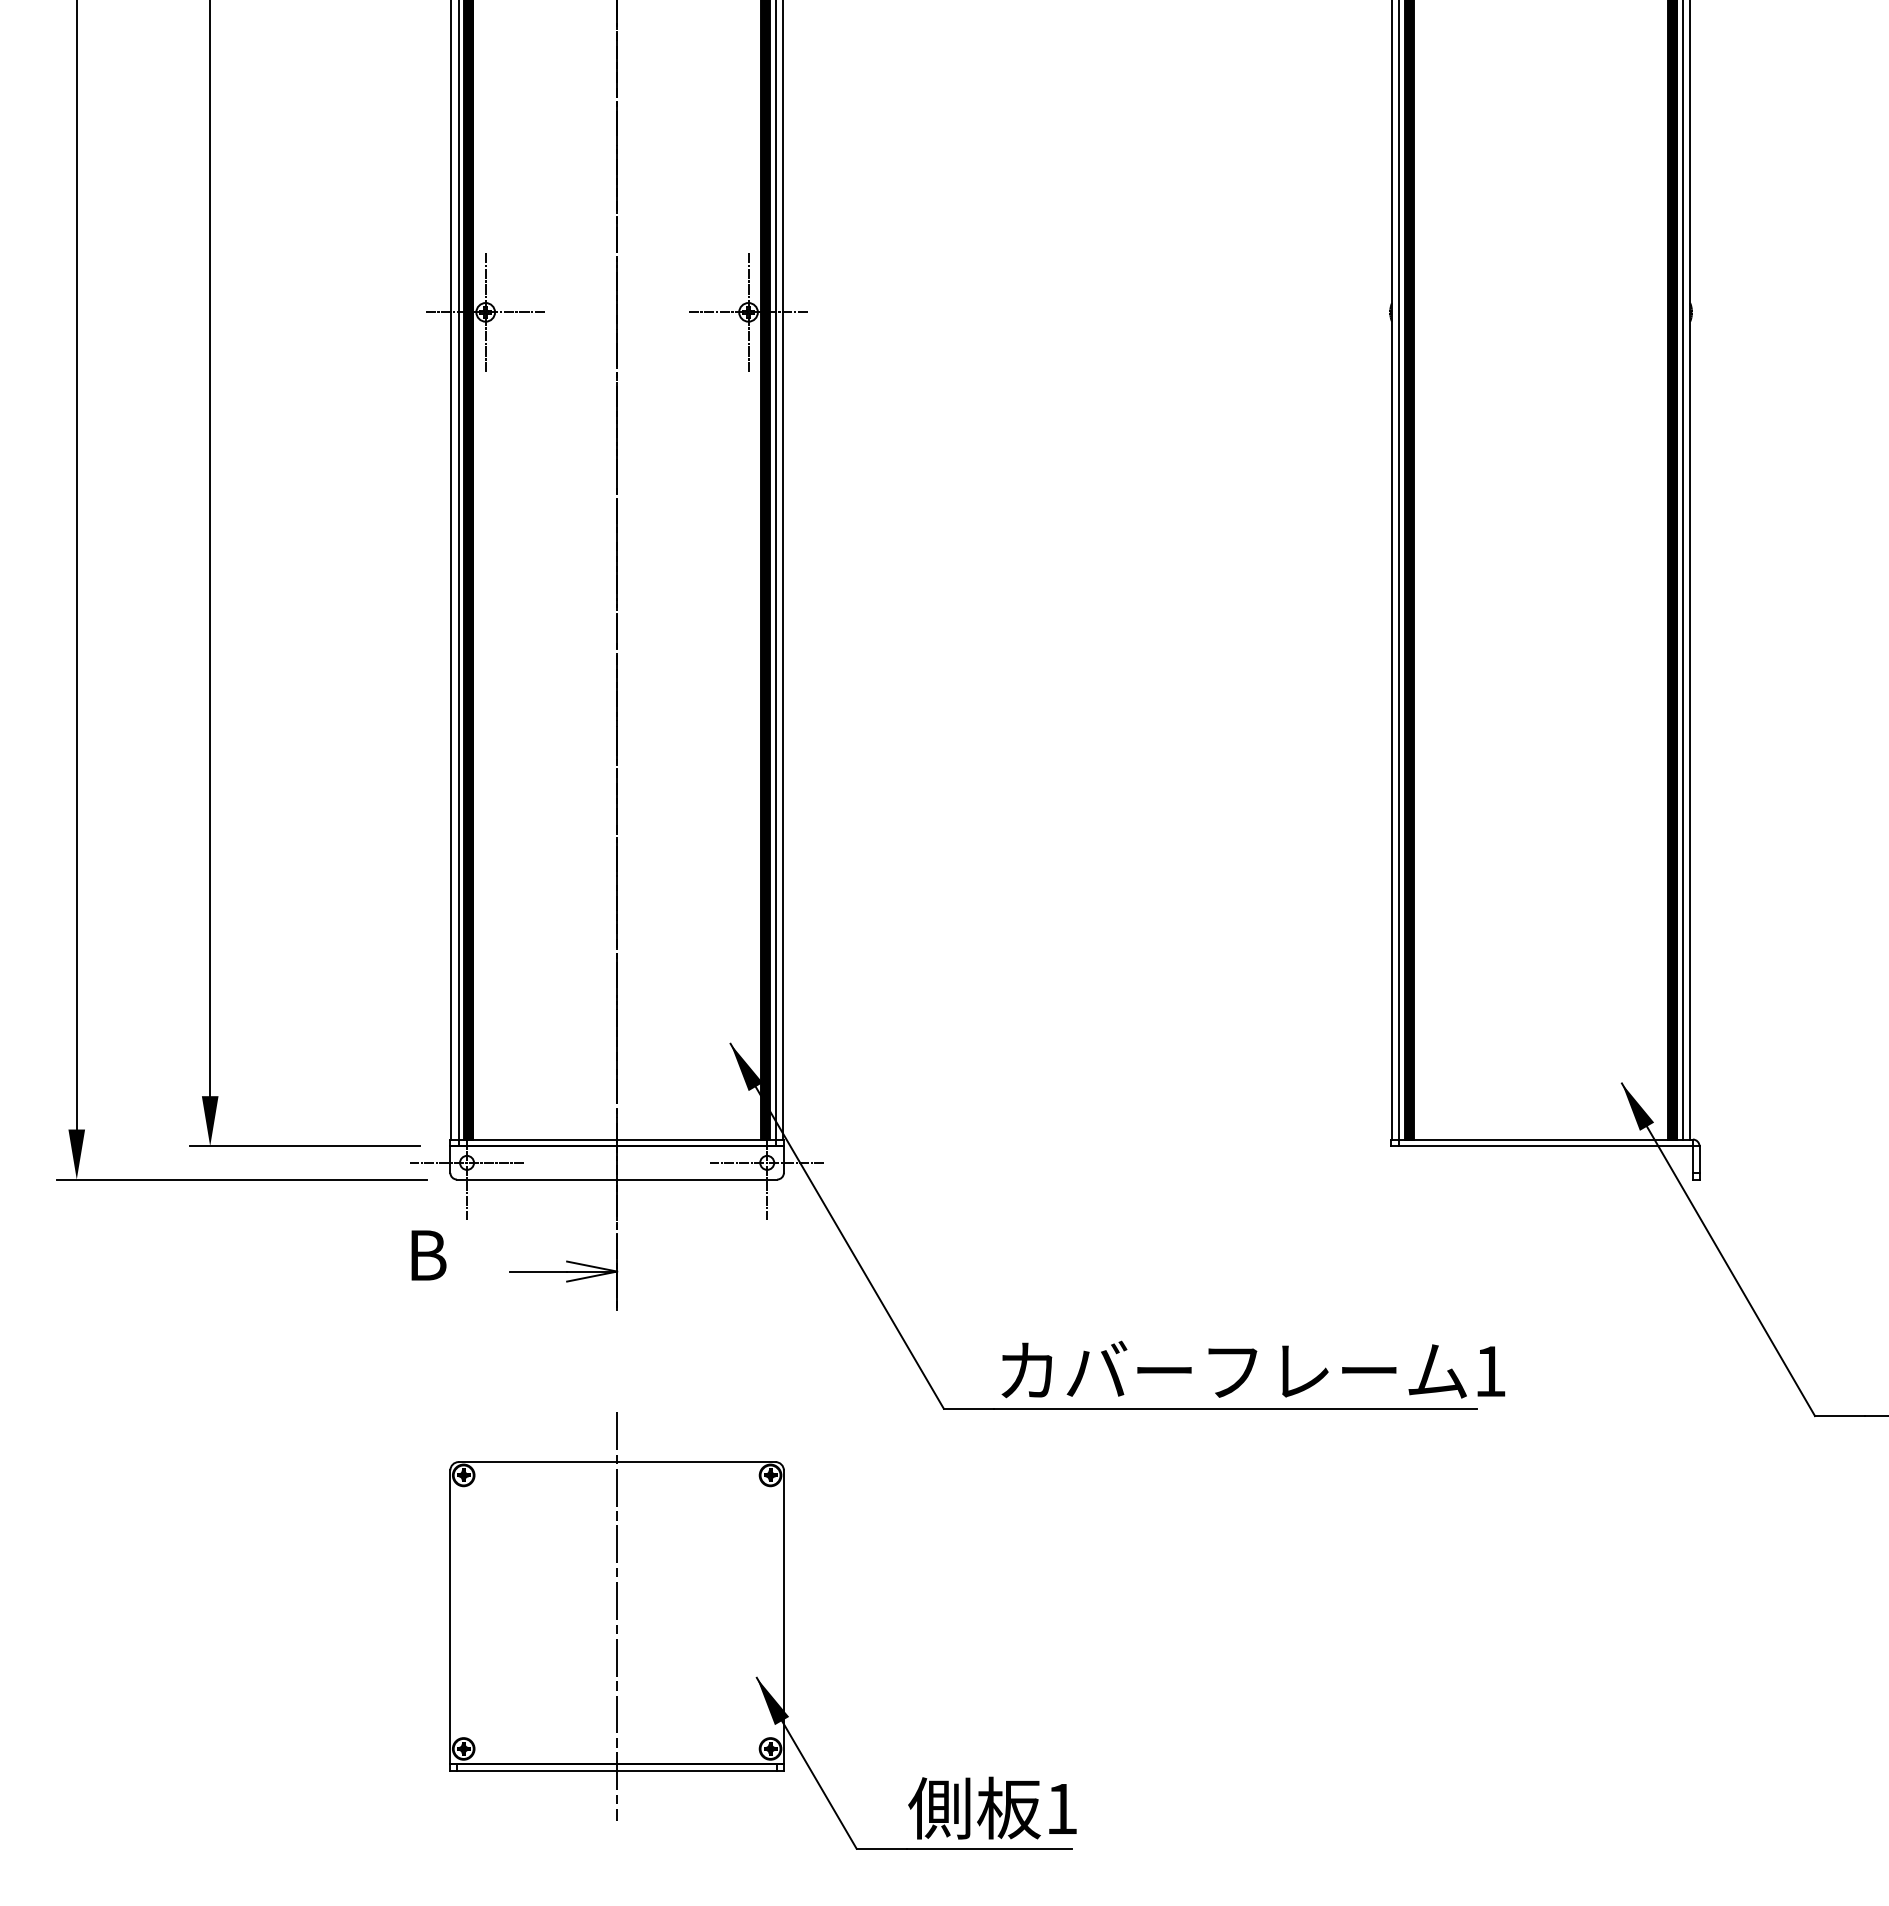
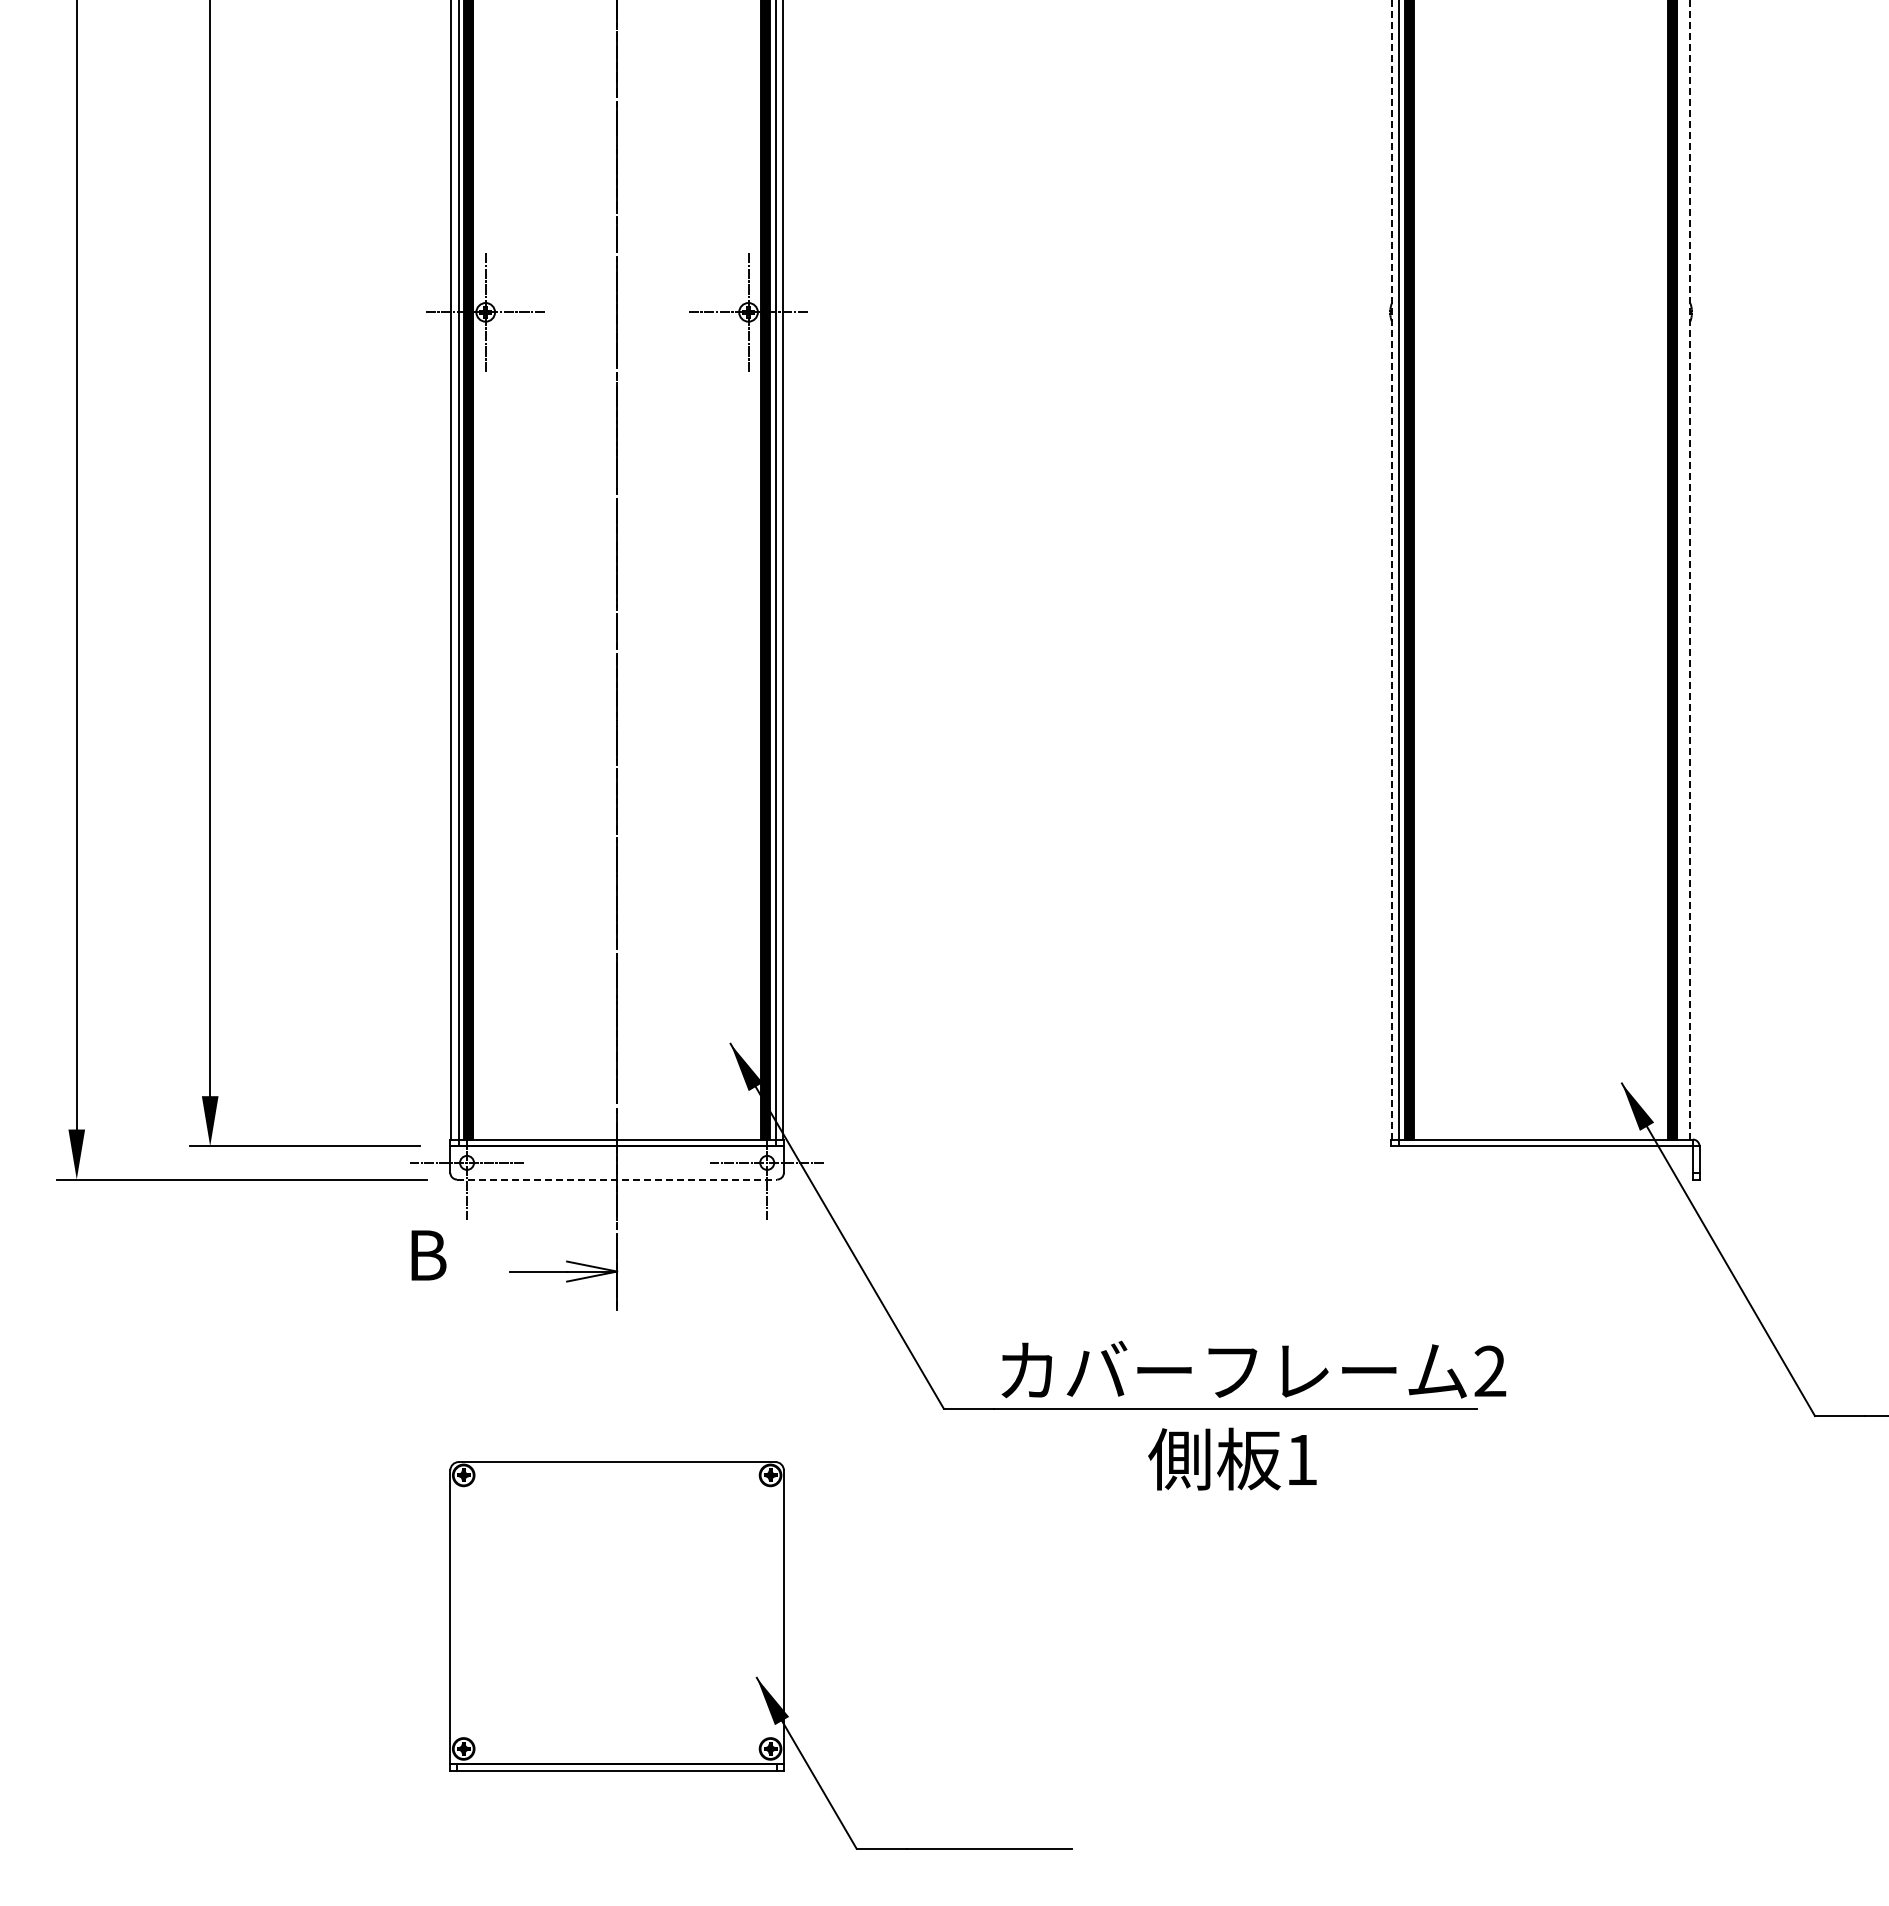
line at (1392, 569): solid -> dashed
line at (1690, 569): solid -> dashed
line at (1682, 570): present -> none
line at (617, 1179): solid -> dashed
text at (1490, 1370): 1 -> 2
line at (617, 1616): present -> none
text at (992, 1807) position: (992, 1807) -> (1232, 1458)
